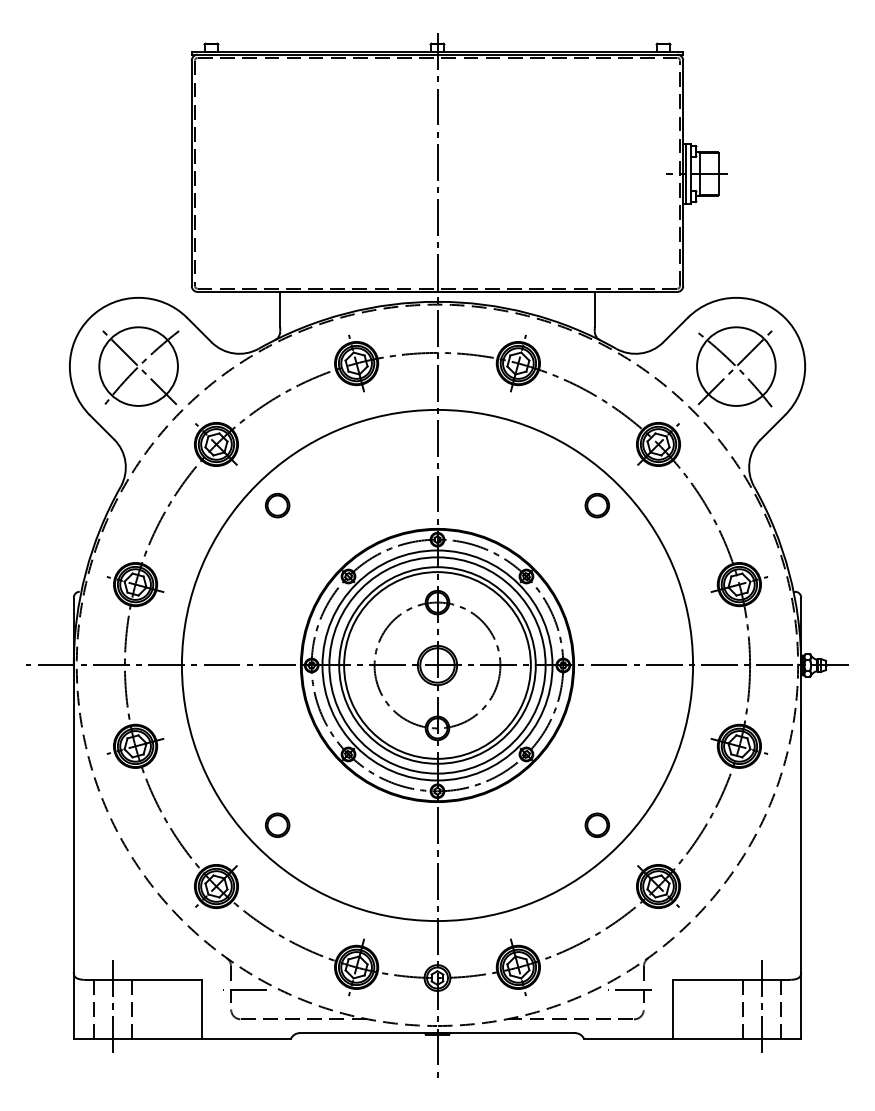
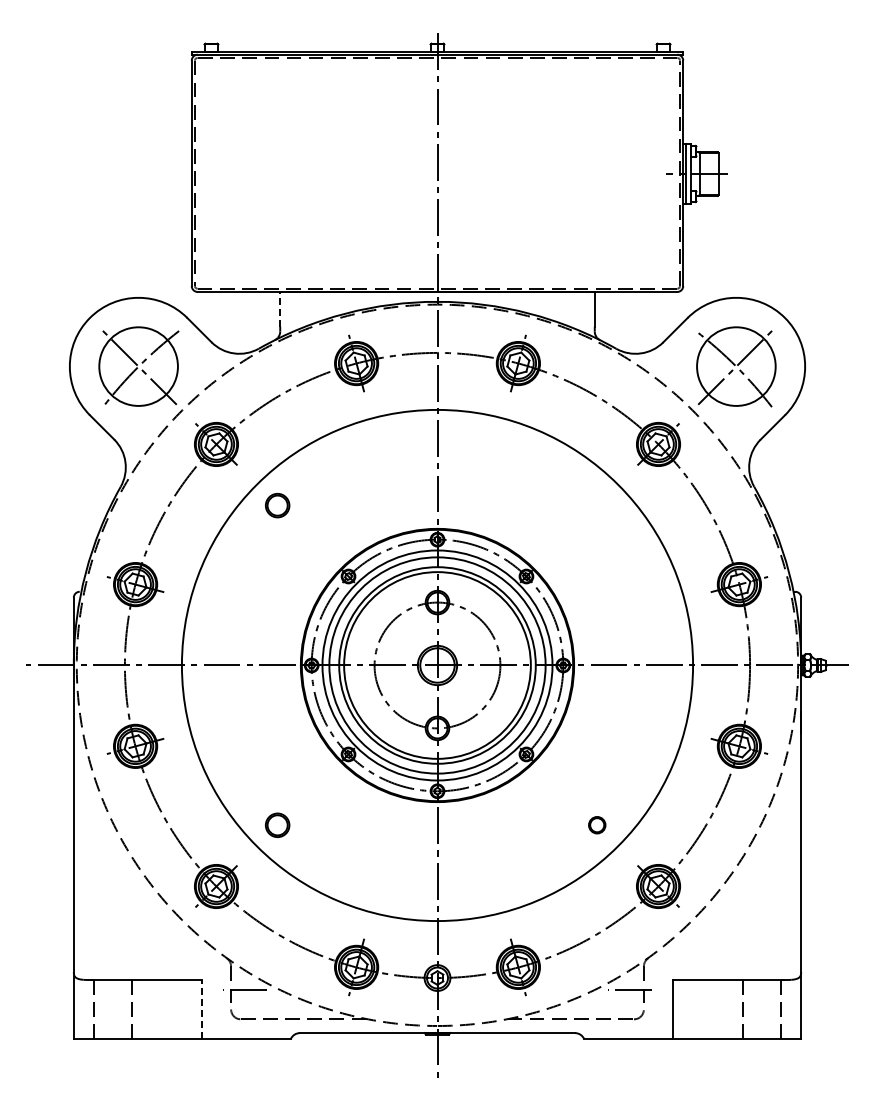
line at (280, 308): solid -> dashed
part at (596, 505): present -> none
part at (596, 824) size: 26x26 px -> 19x19 px
line at (113, 1006): present -> none
line at (761, 1006): present -> none
line at (201, 1009): solid -> dashed
